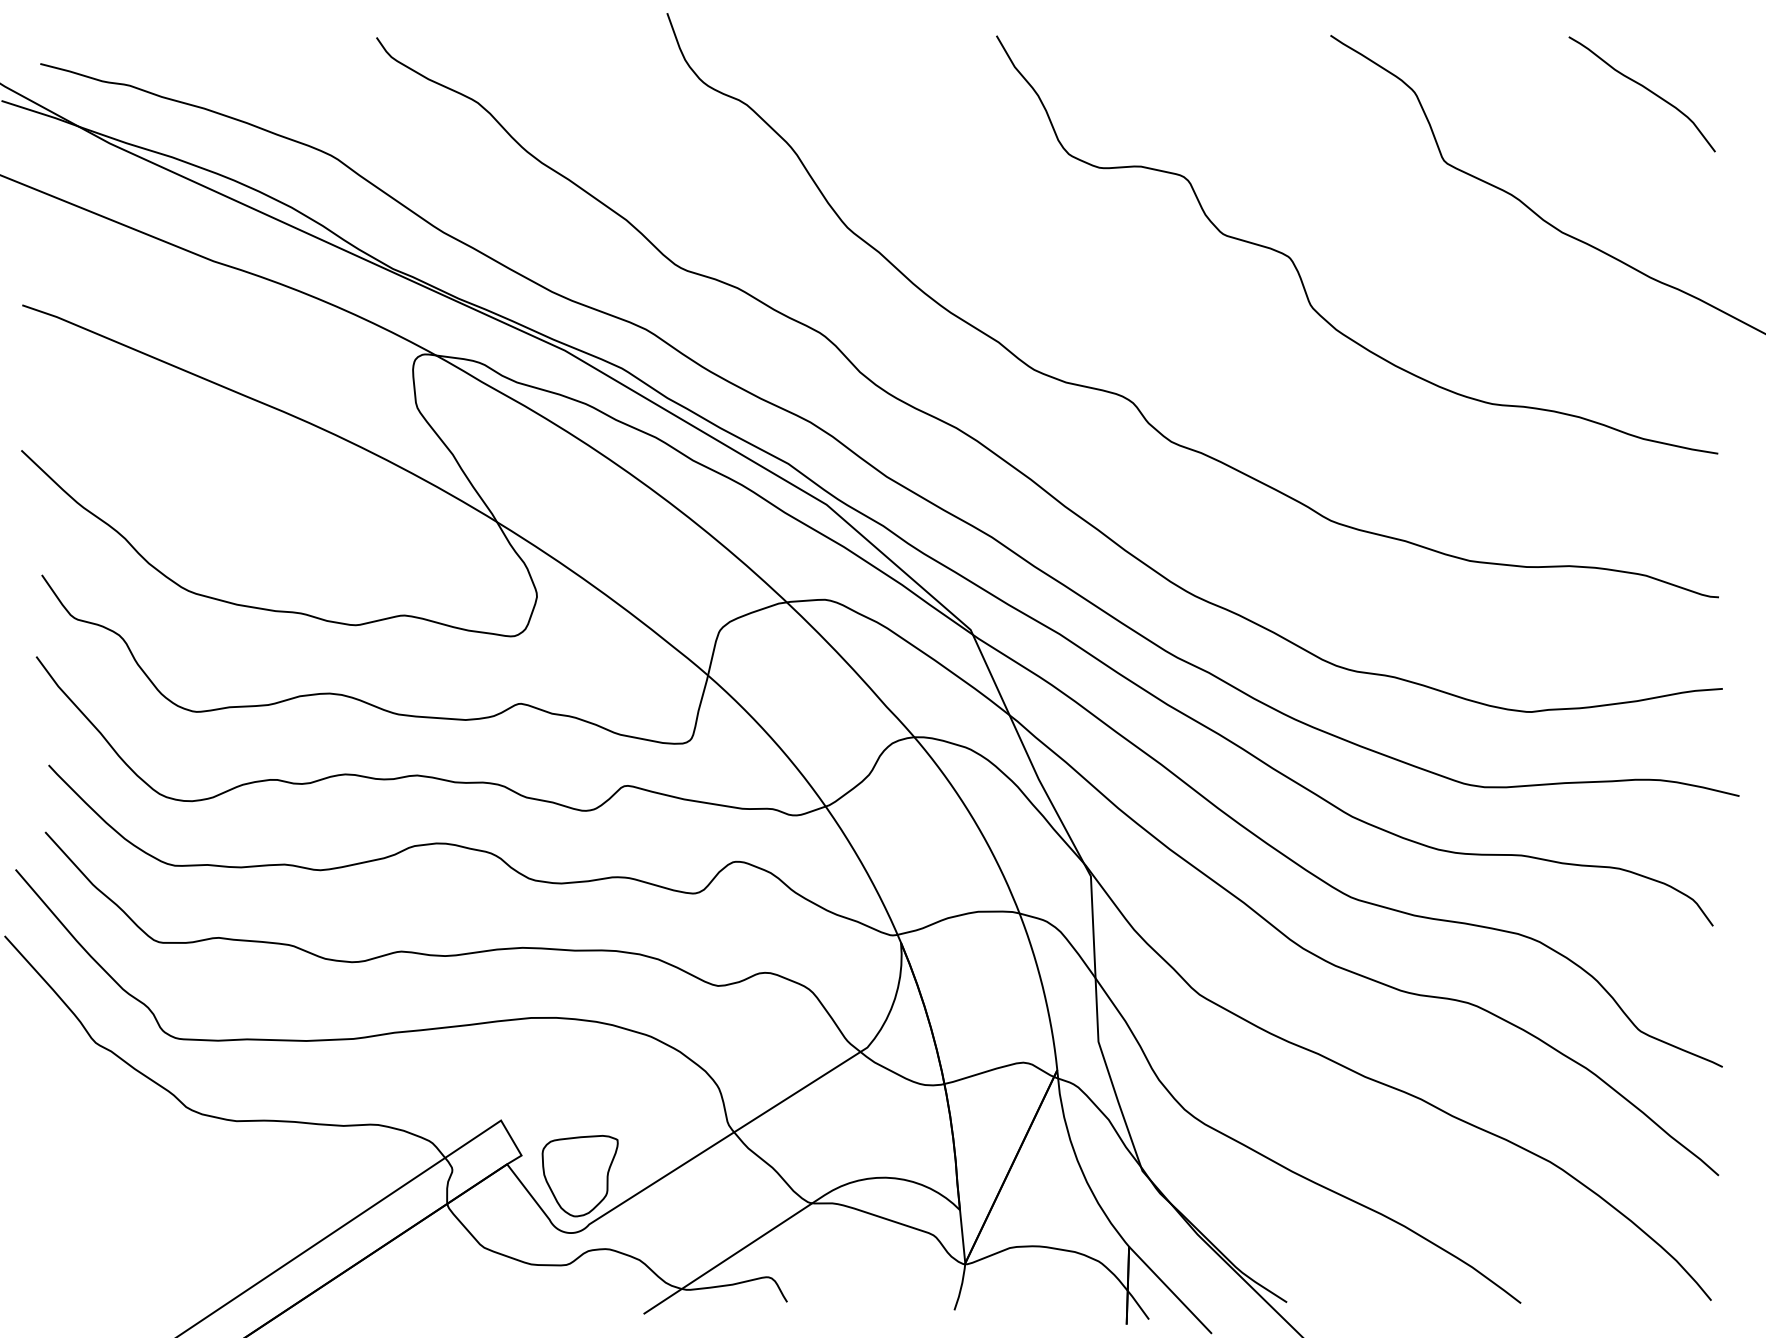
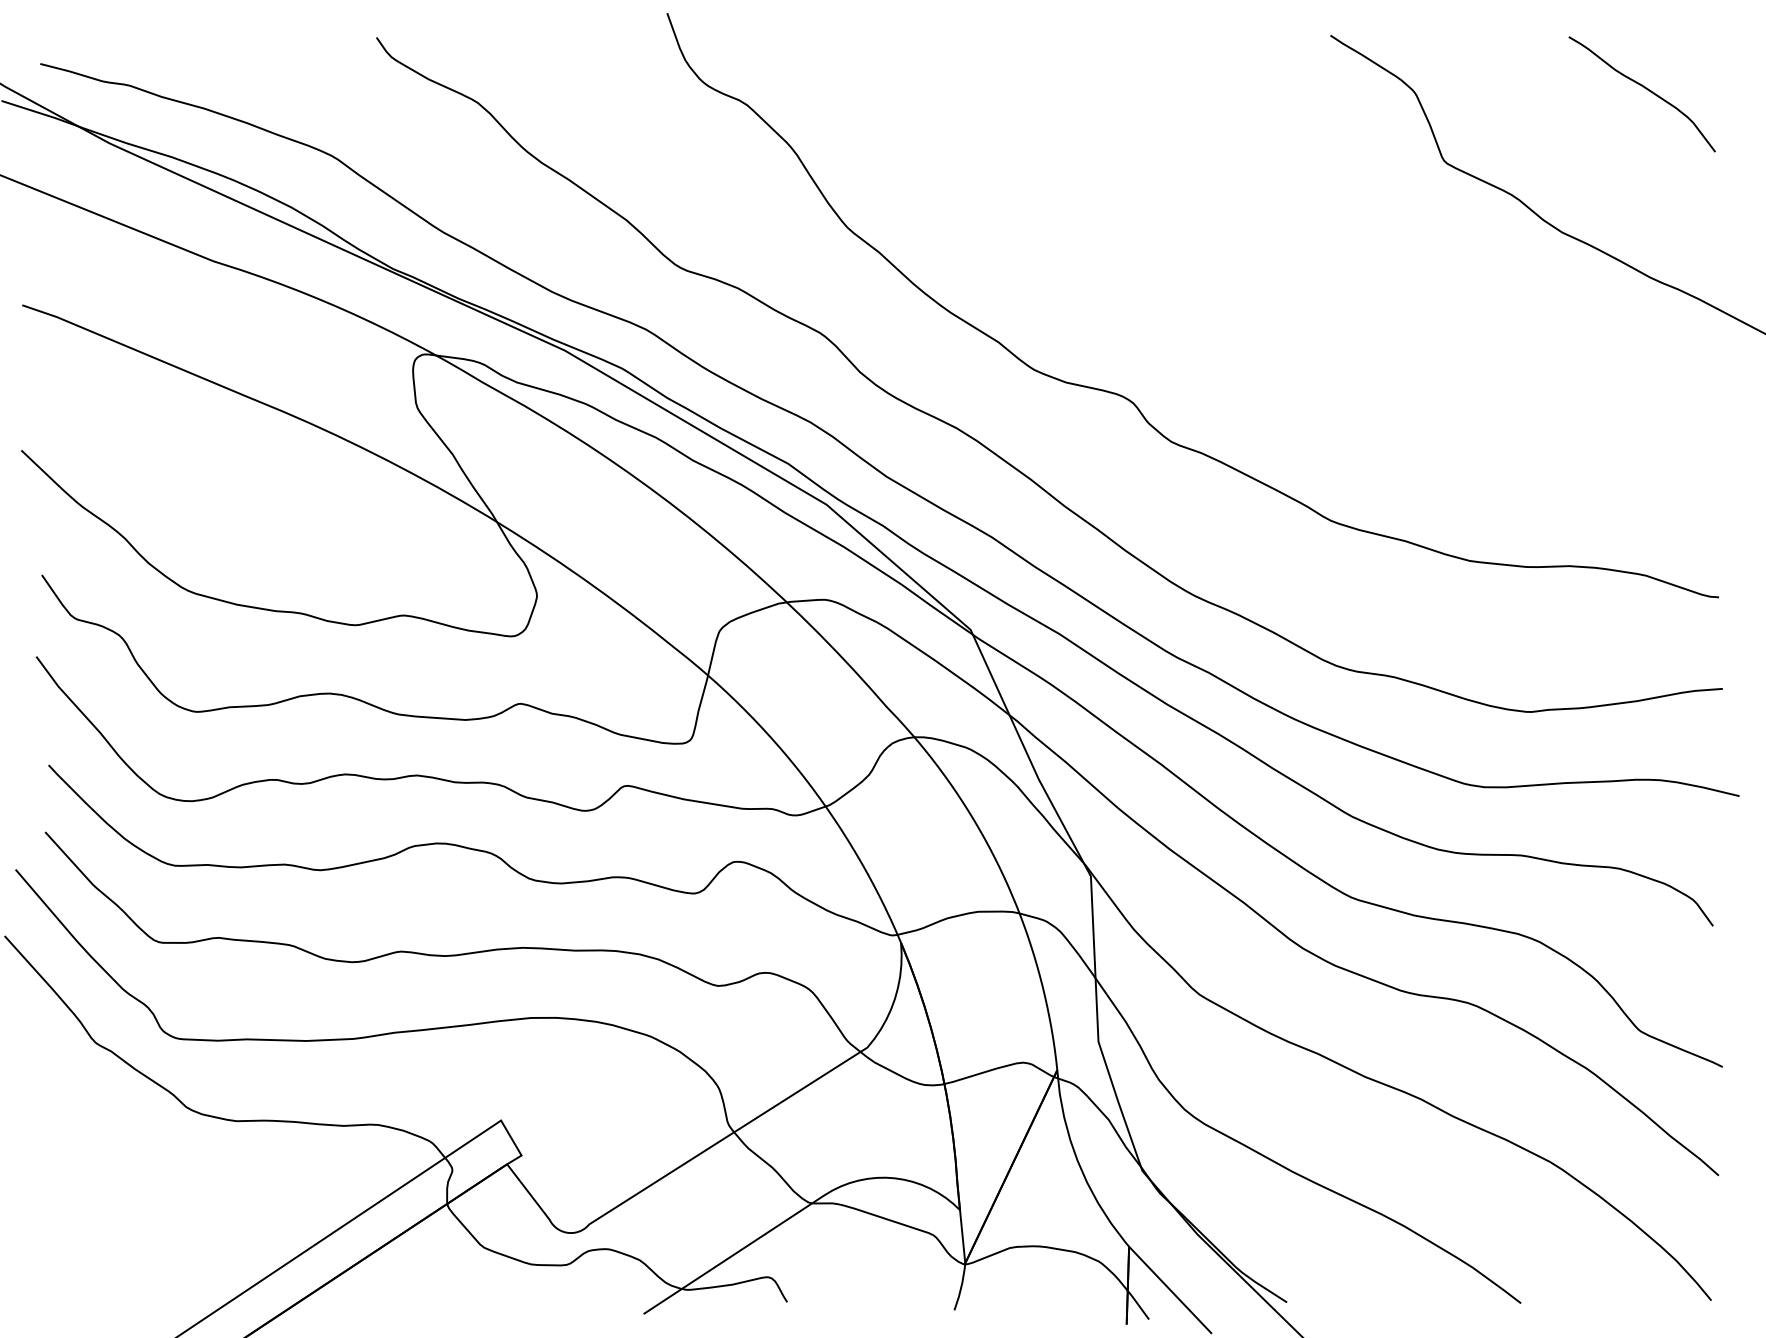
curve at (1299, 272): present -> none
part at (579, 1176): present -> none
